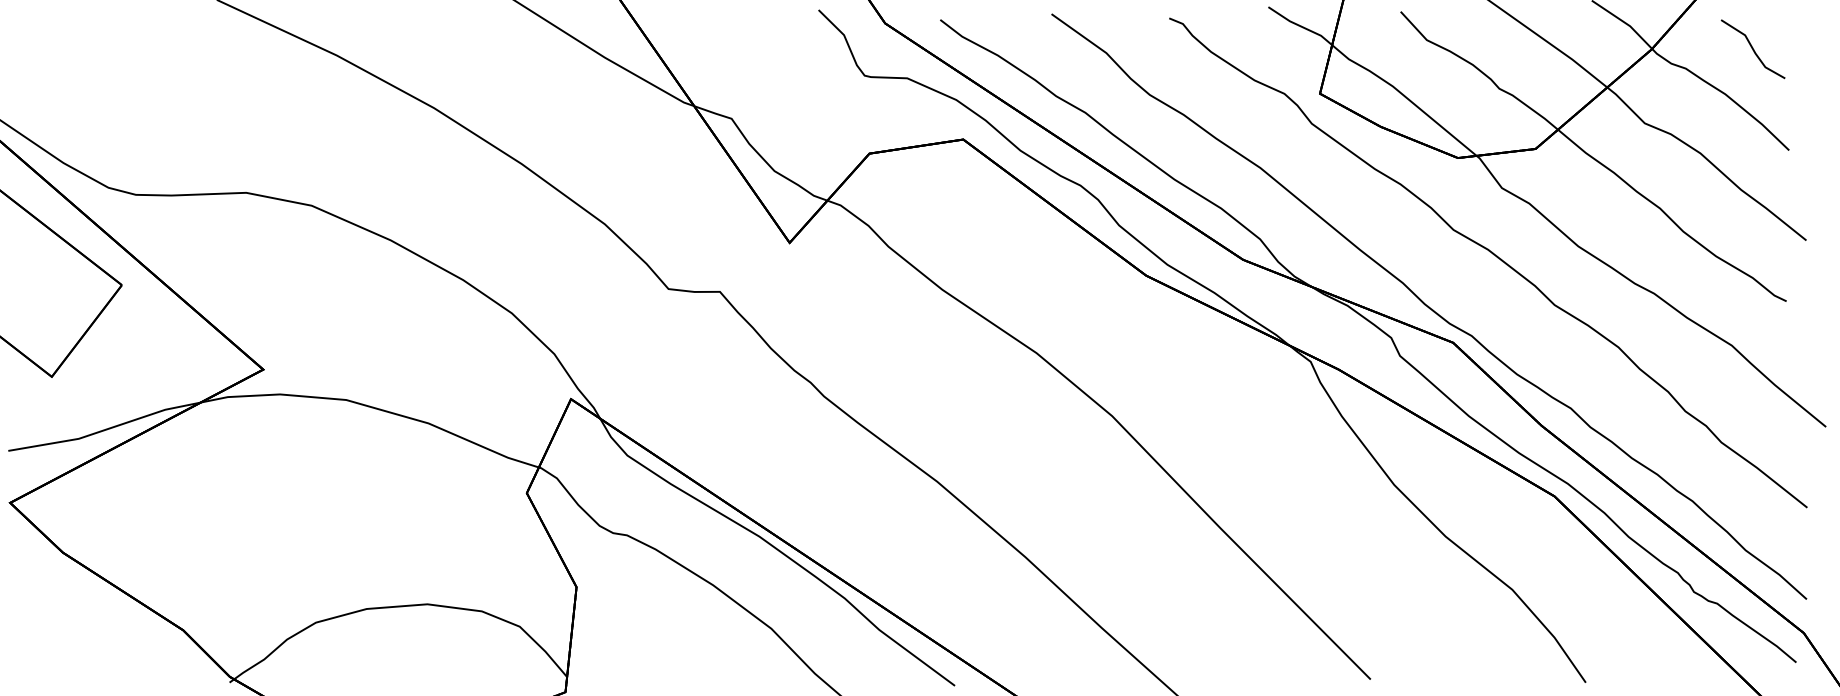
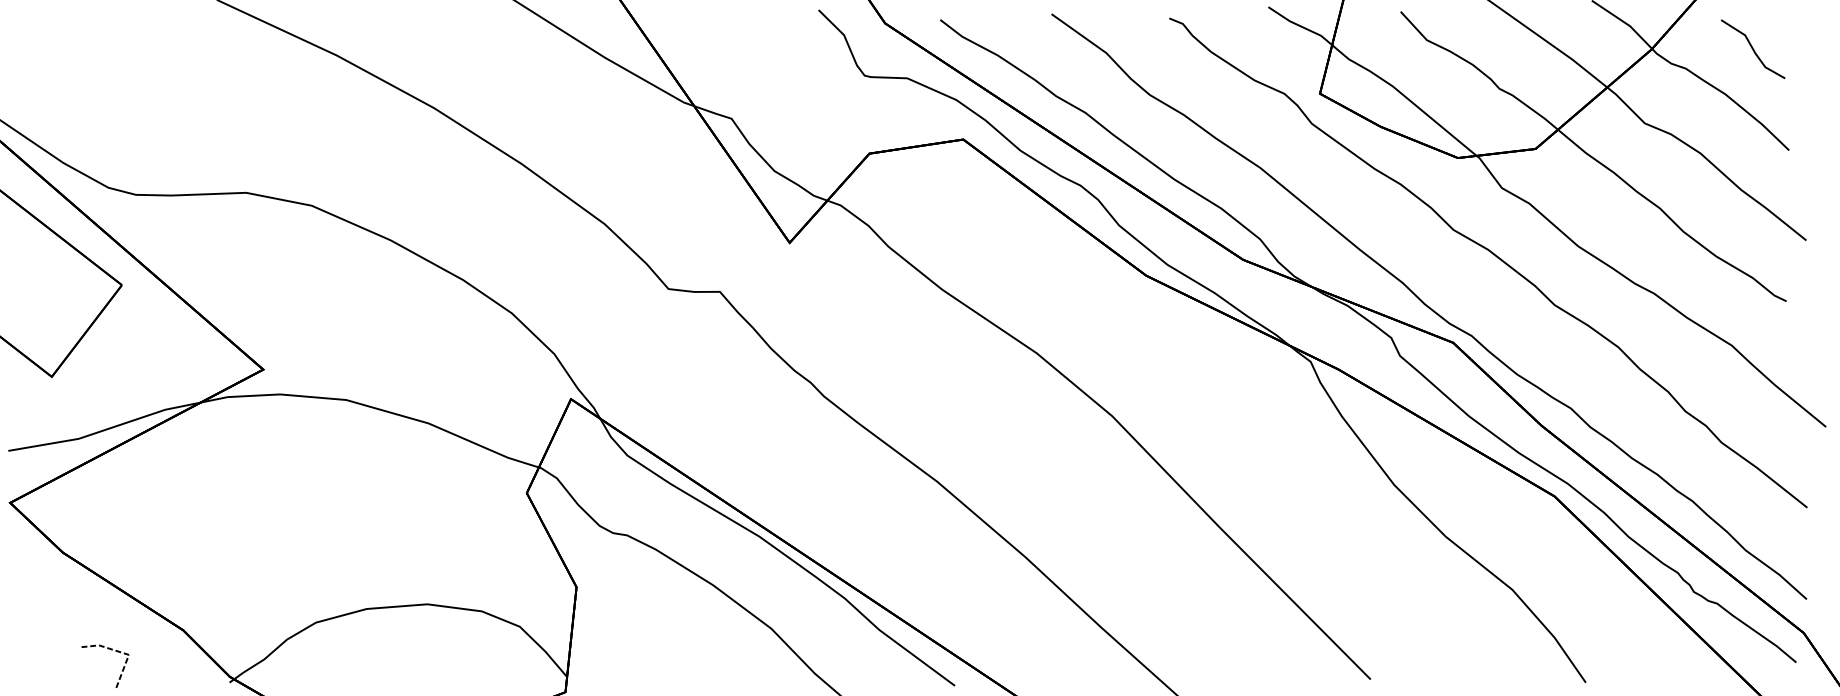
line at (111, 650): none -> present
